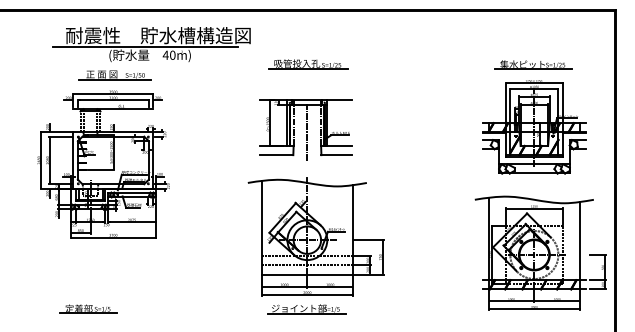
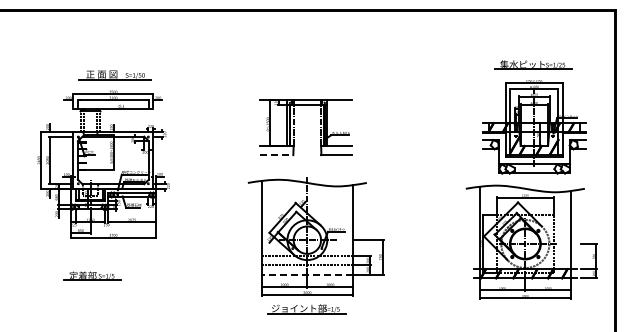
part at (151, 44): present -> none
part at (308, 64): present -> none
line at (307, 132): present -> none
line at (276, 155): solid -> dashed
part at (540, 252) position: (540, 252) -> (531, 241)
line at (307, 274): solid -> dashed
part at (88, 308) position: (88, 308) -> (92, 275)
